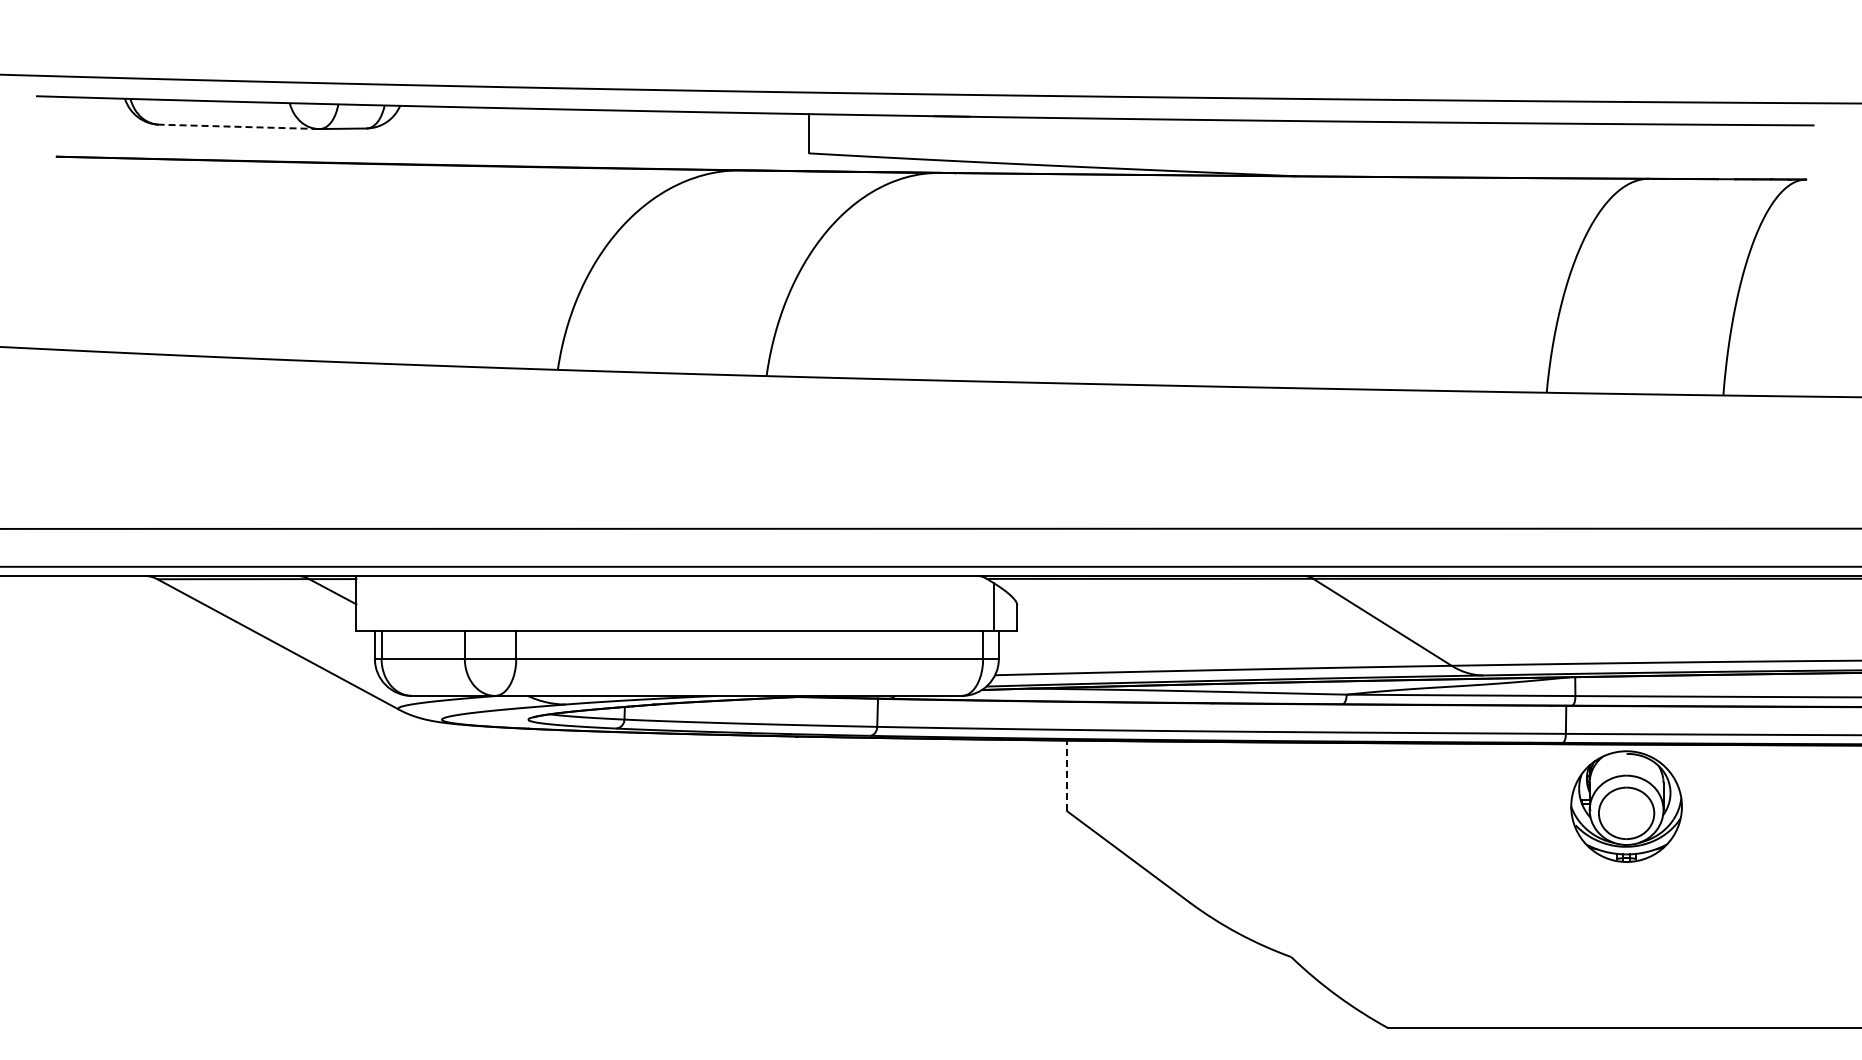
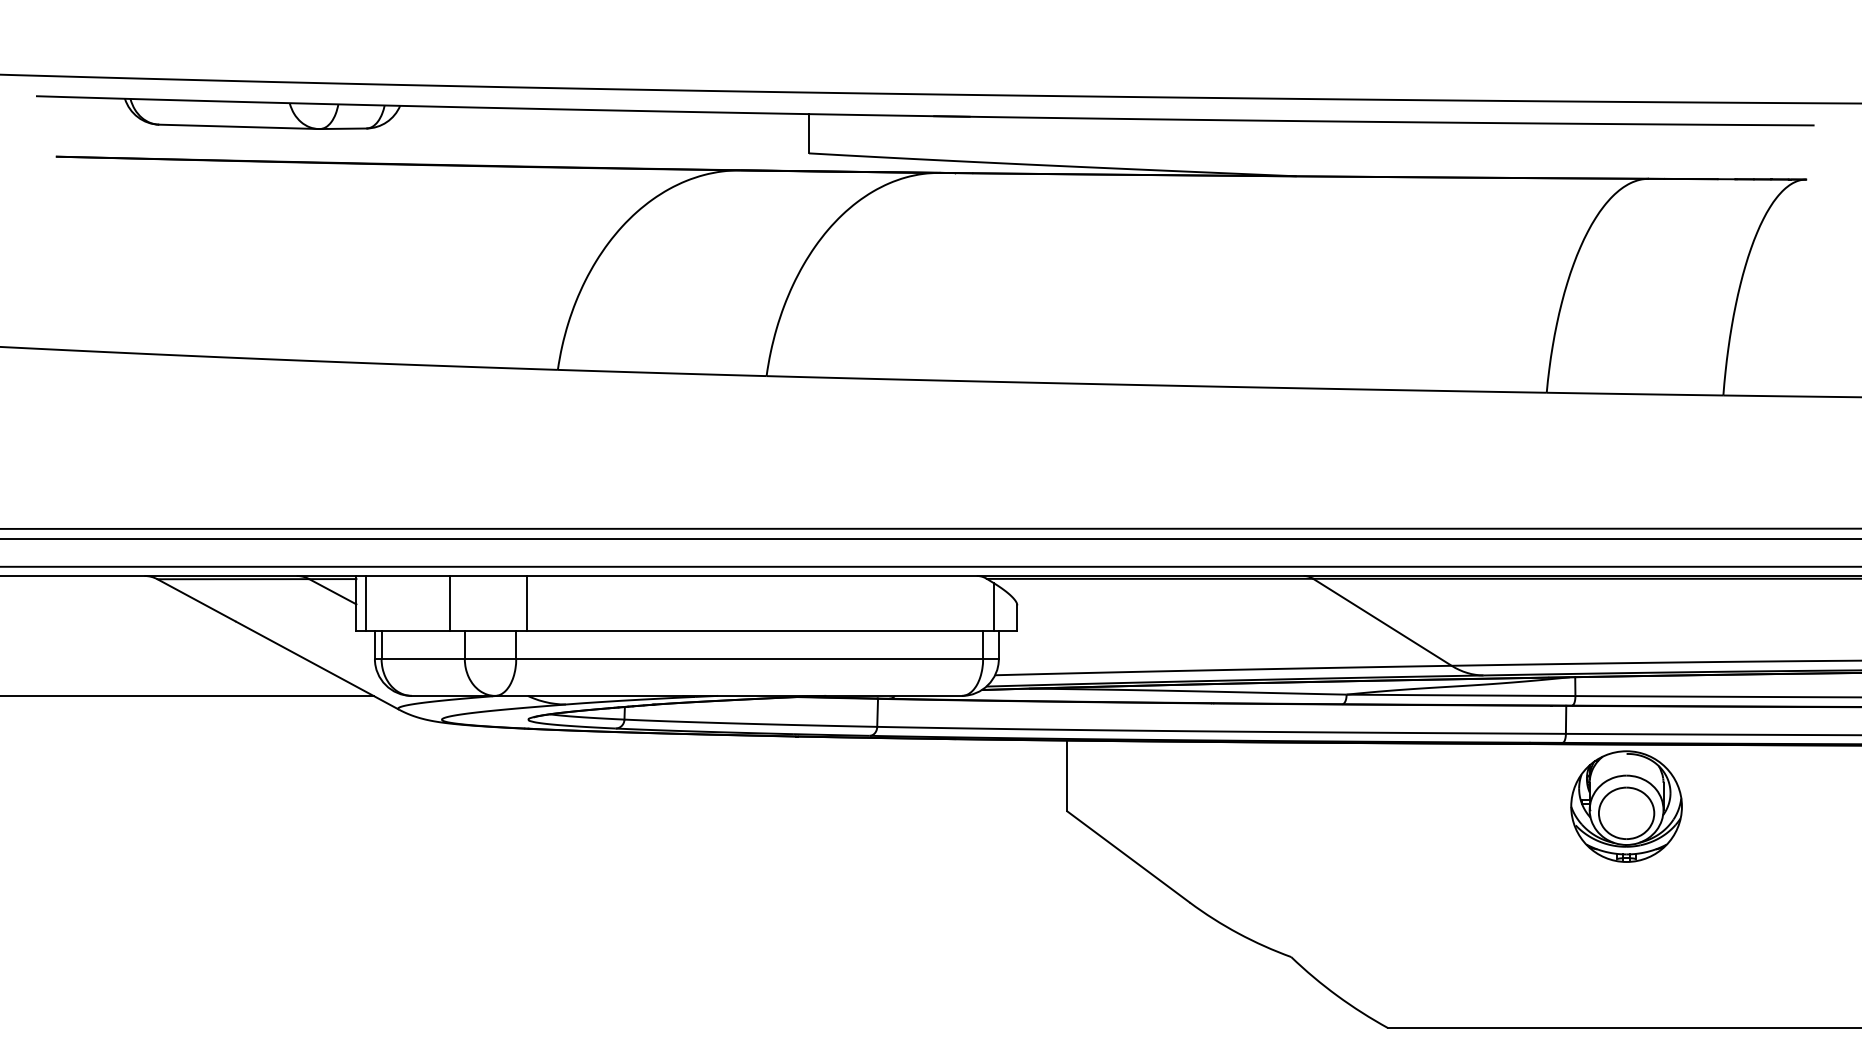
line at (238, 126): dashed -> solid
line at (930, 539): none -> present
line at (366, 603): none -> present
line at (449, 603): none -> present
line at (526, 603): none -> present
line at (187, 695): none -> present
line at (1067, 775): dashed -> solid
